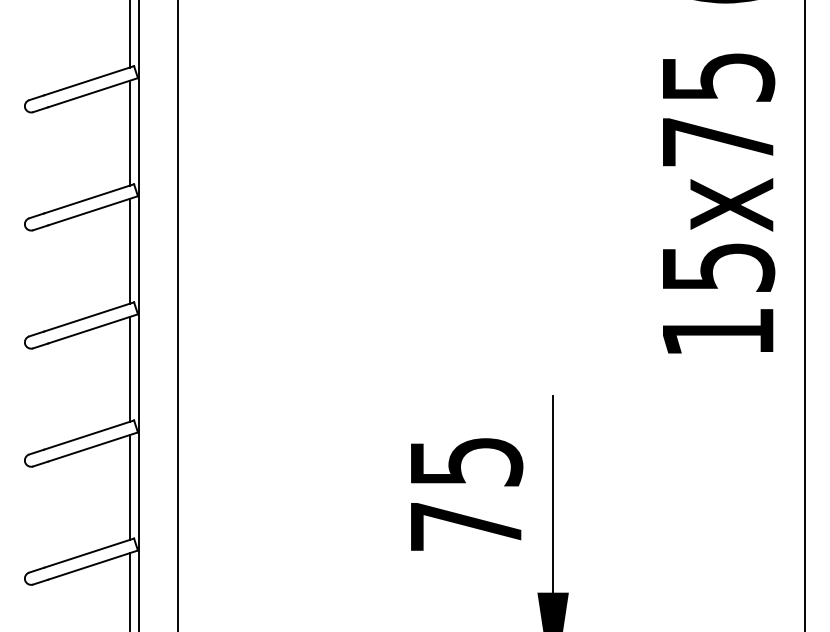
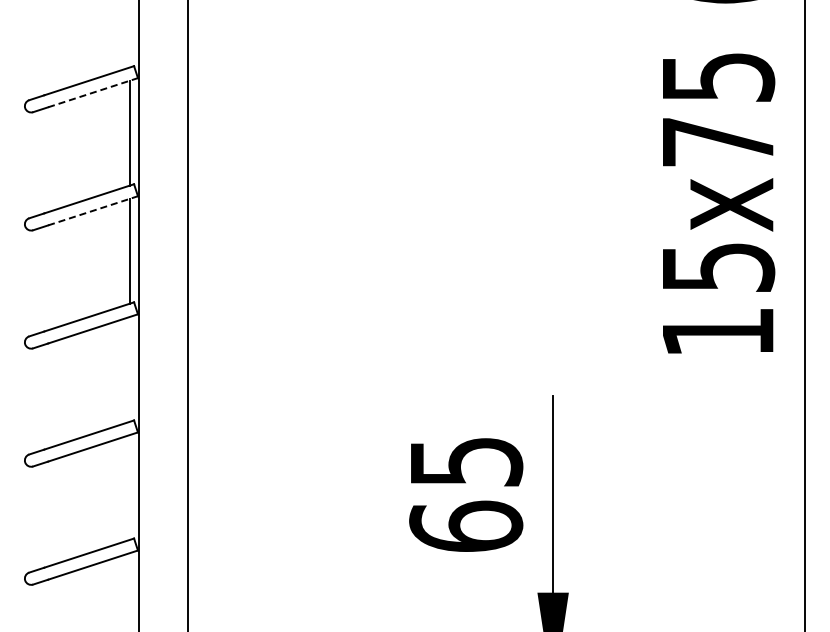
line at (129, 34): present -> none
line at (93, 92): solid -> dashed
line at (93, 210): solid -> dashed
line at (178, 315) position: (178, 315) -> (188, 315)
line at (129, 369): present -> none
line at (129, 487): present -> none
text at (466, 525): 75 -> 65
line at (129, 590): present -> none
